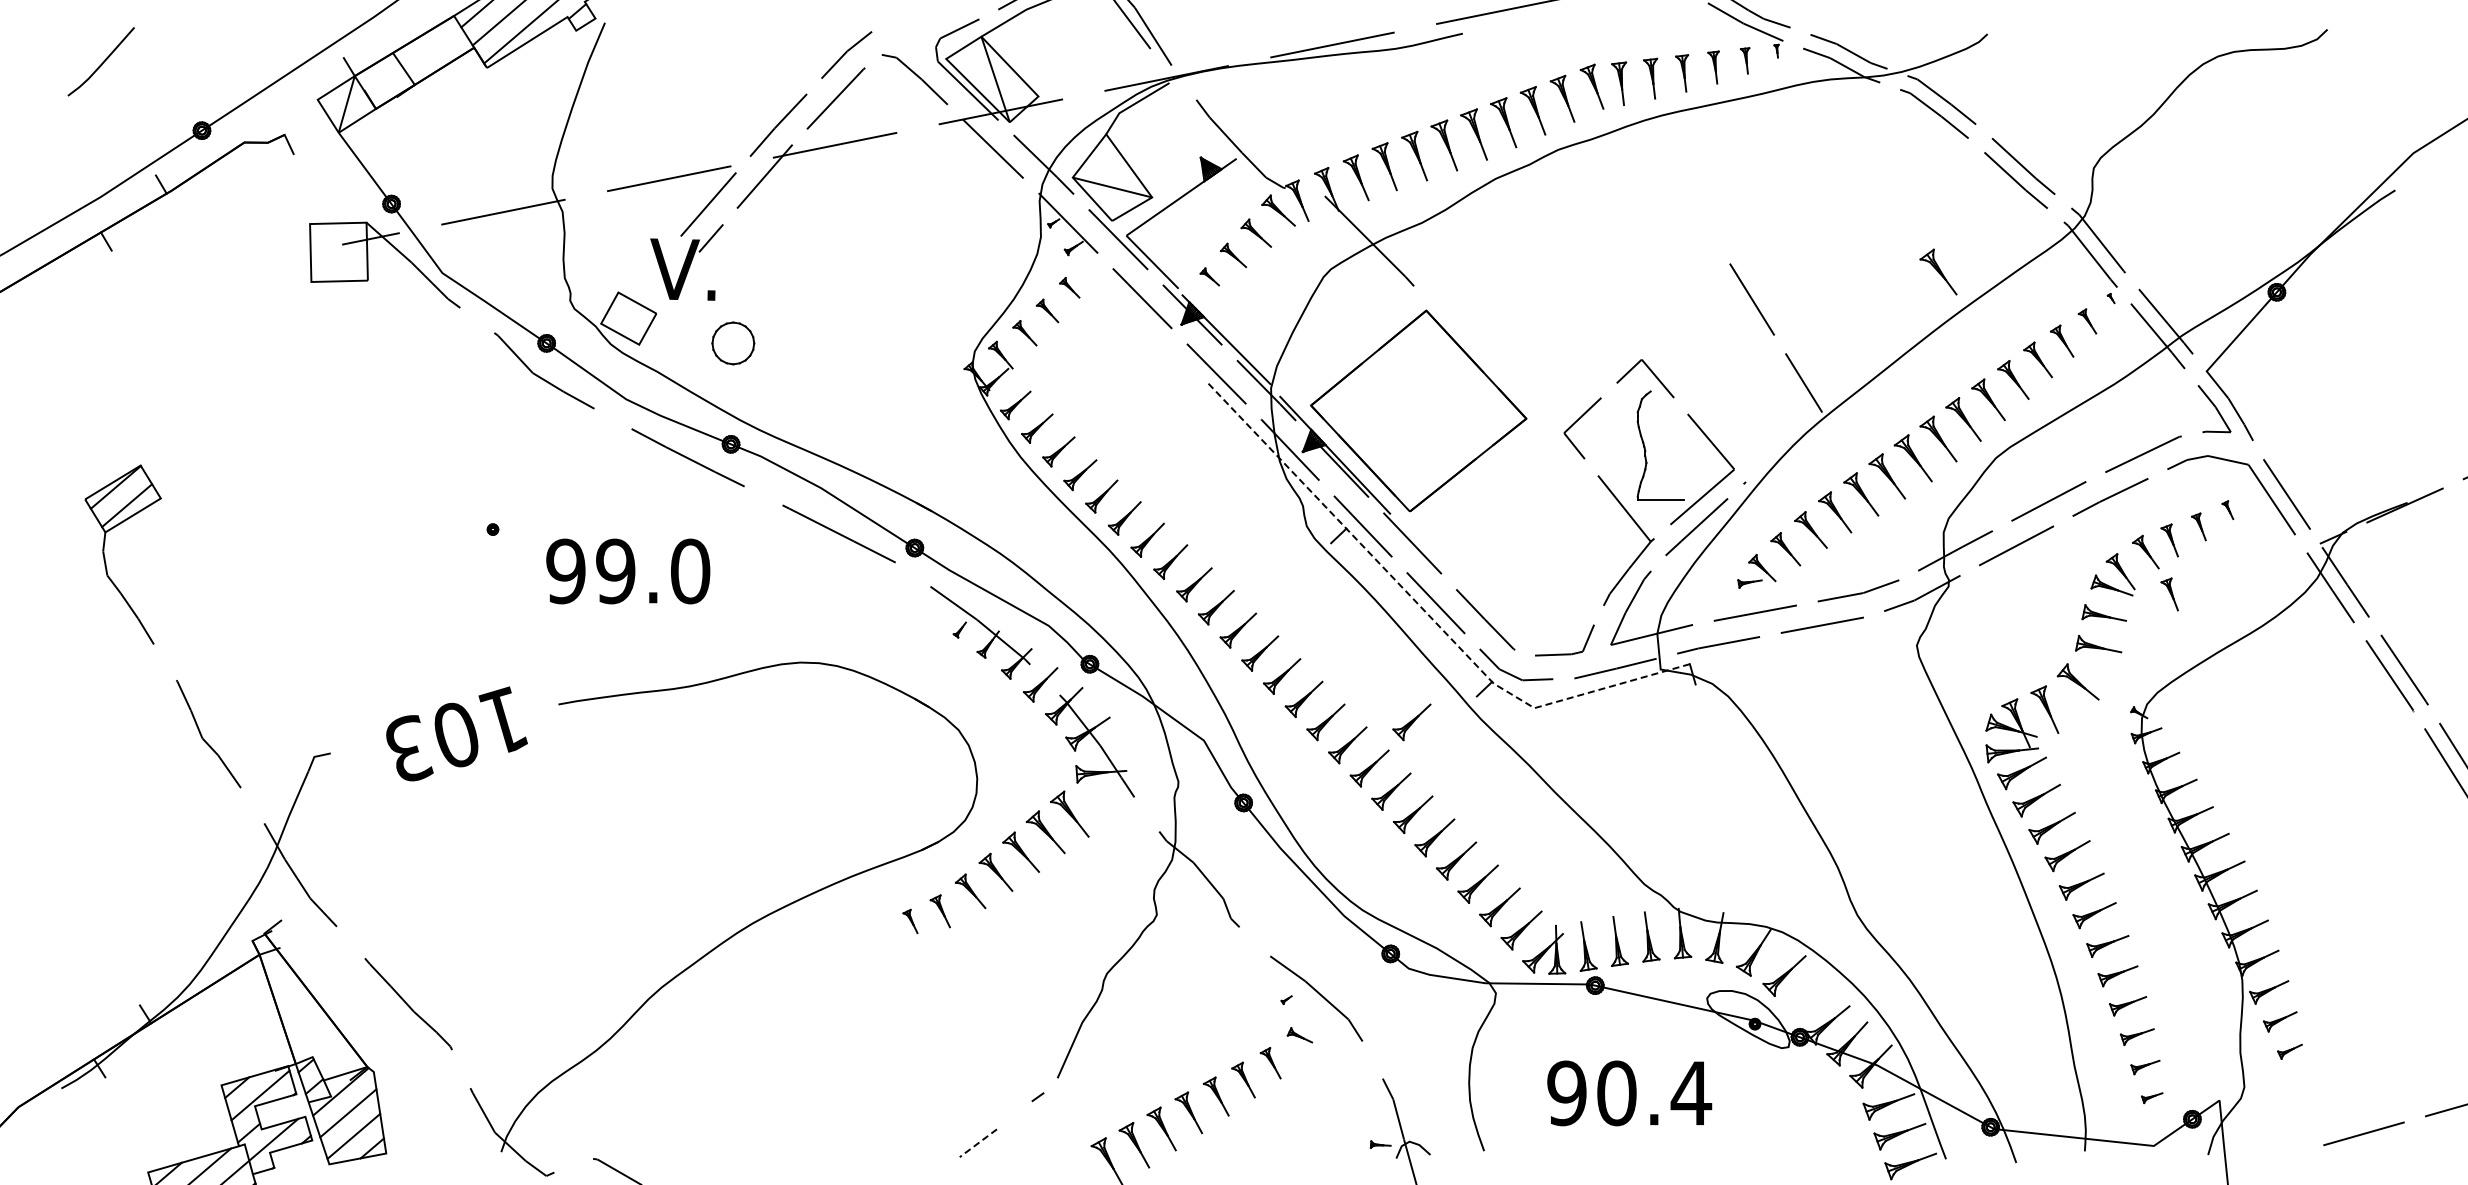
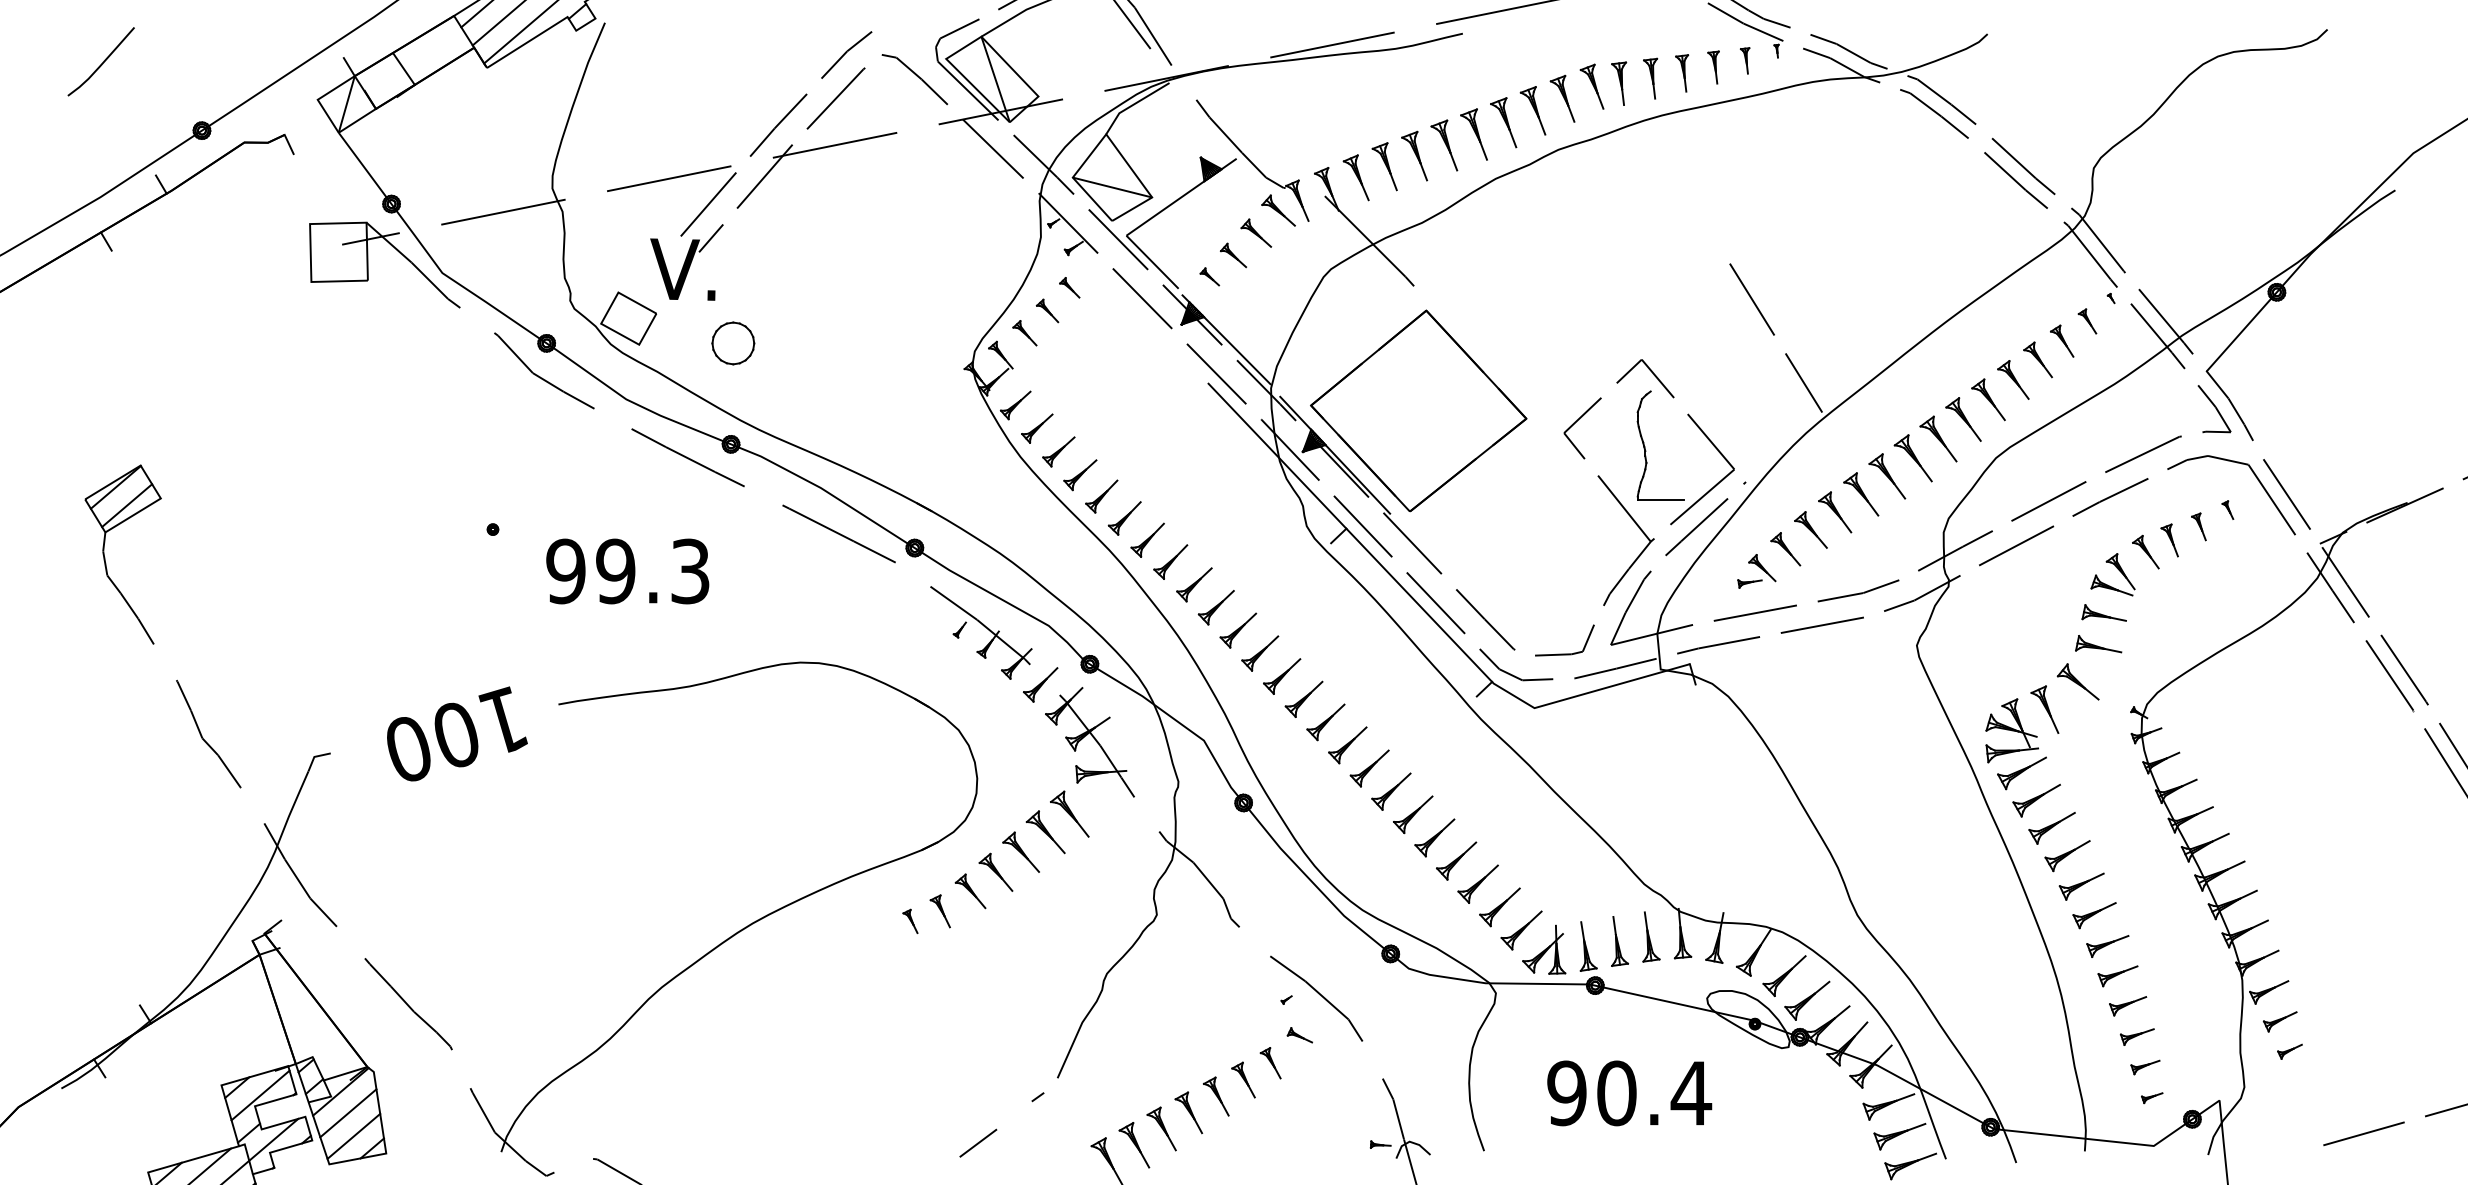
part at (1938, 271): present -> none
text at (690, 571): 99.0 -> 99.3
part at (2169, 594): present -> none
line at (1423, 609): dashed -> solid
part at (1411, 722): present -> none
text at (409, 748): 103 -> 100
part at (1807, 1000): none -> present
line at (977, 1143): dashed -> solid
